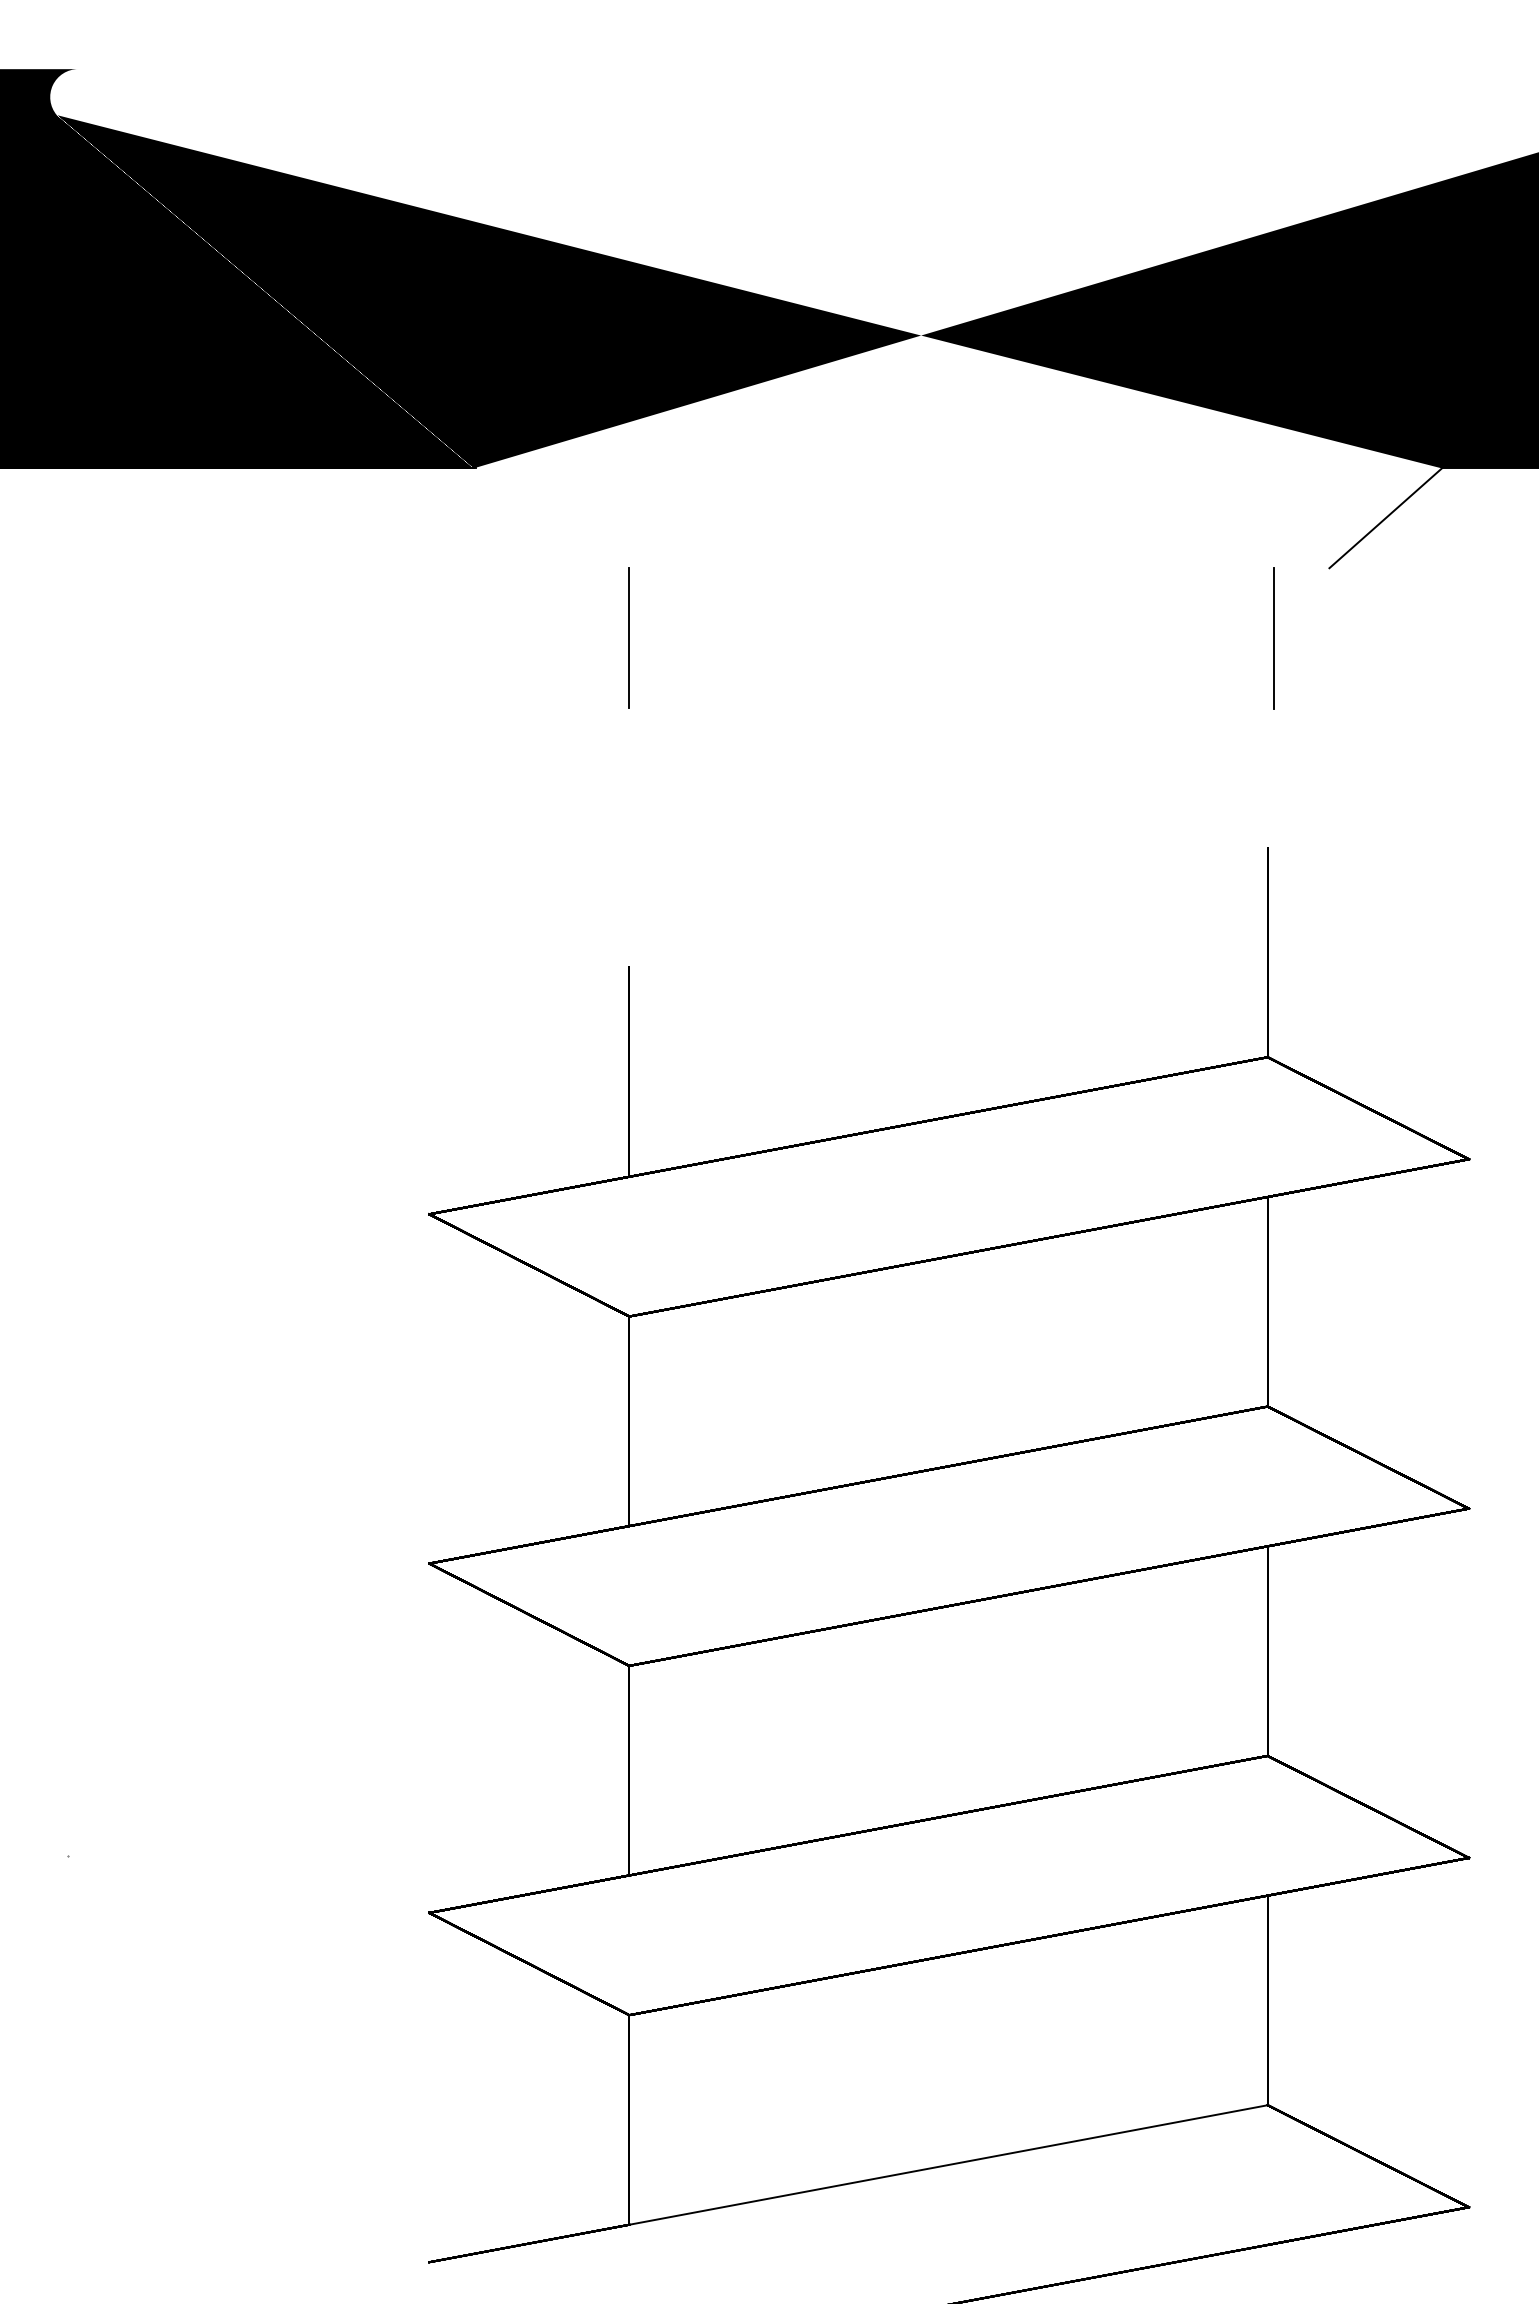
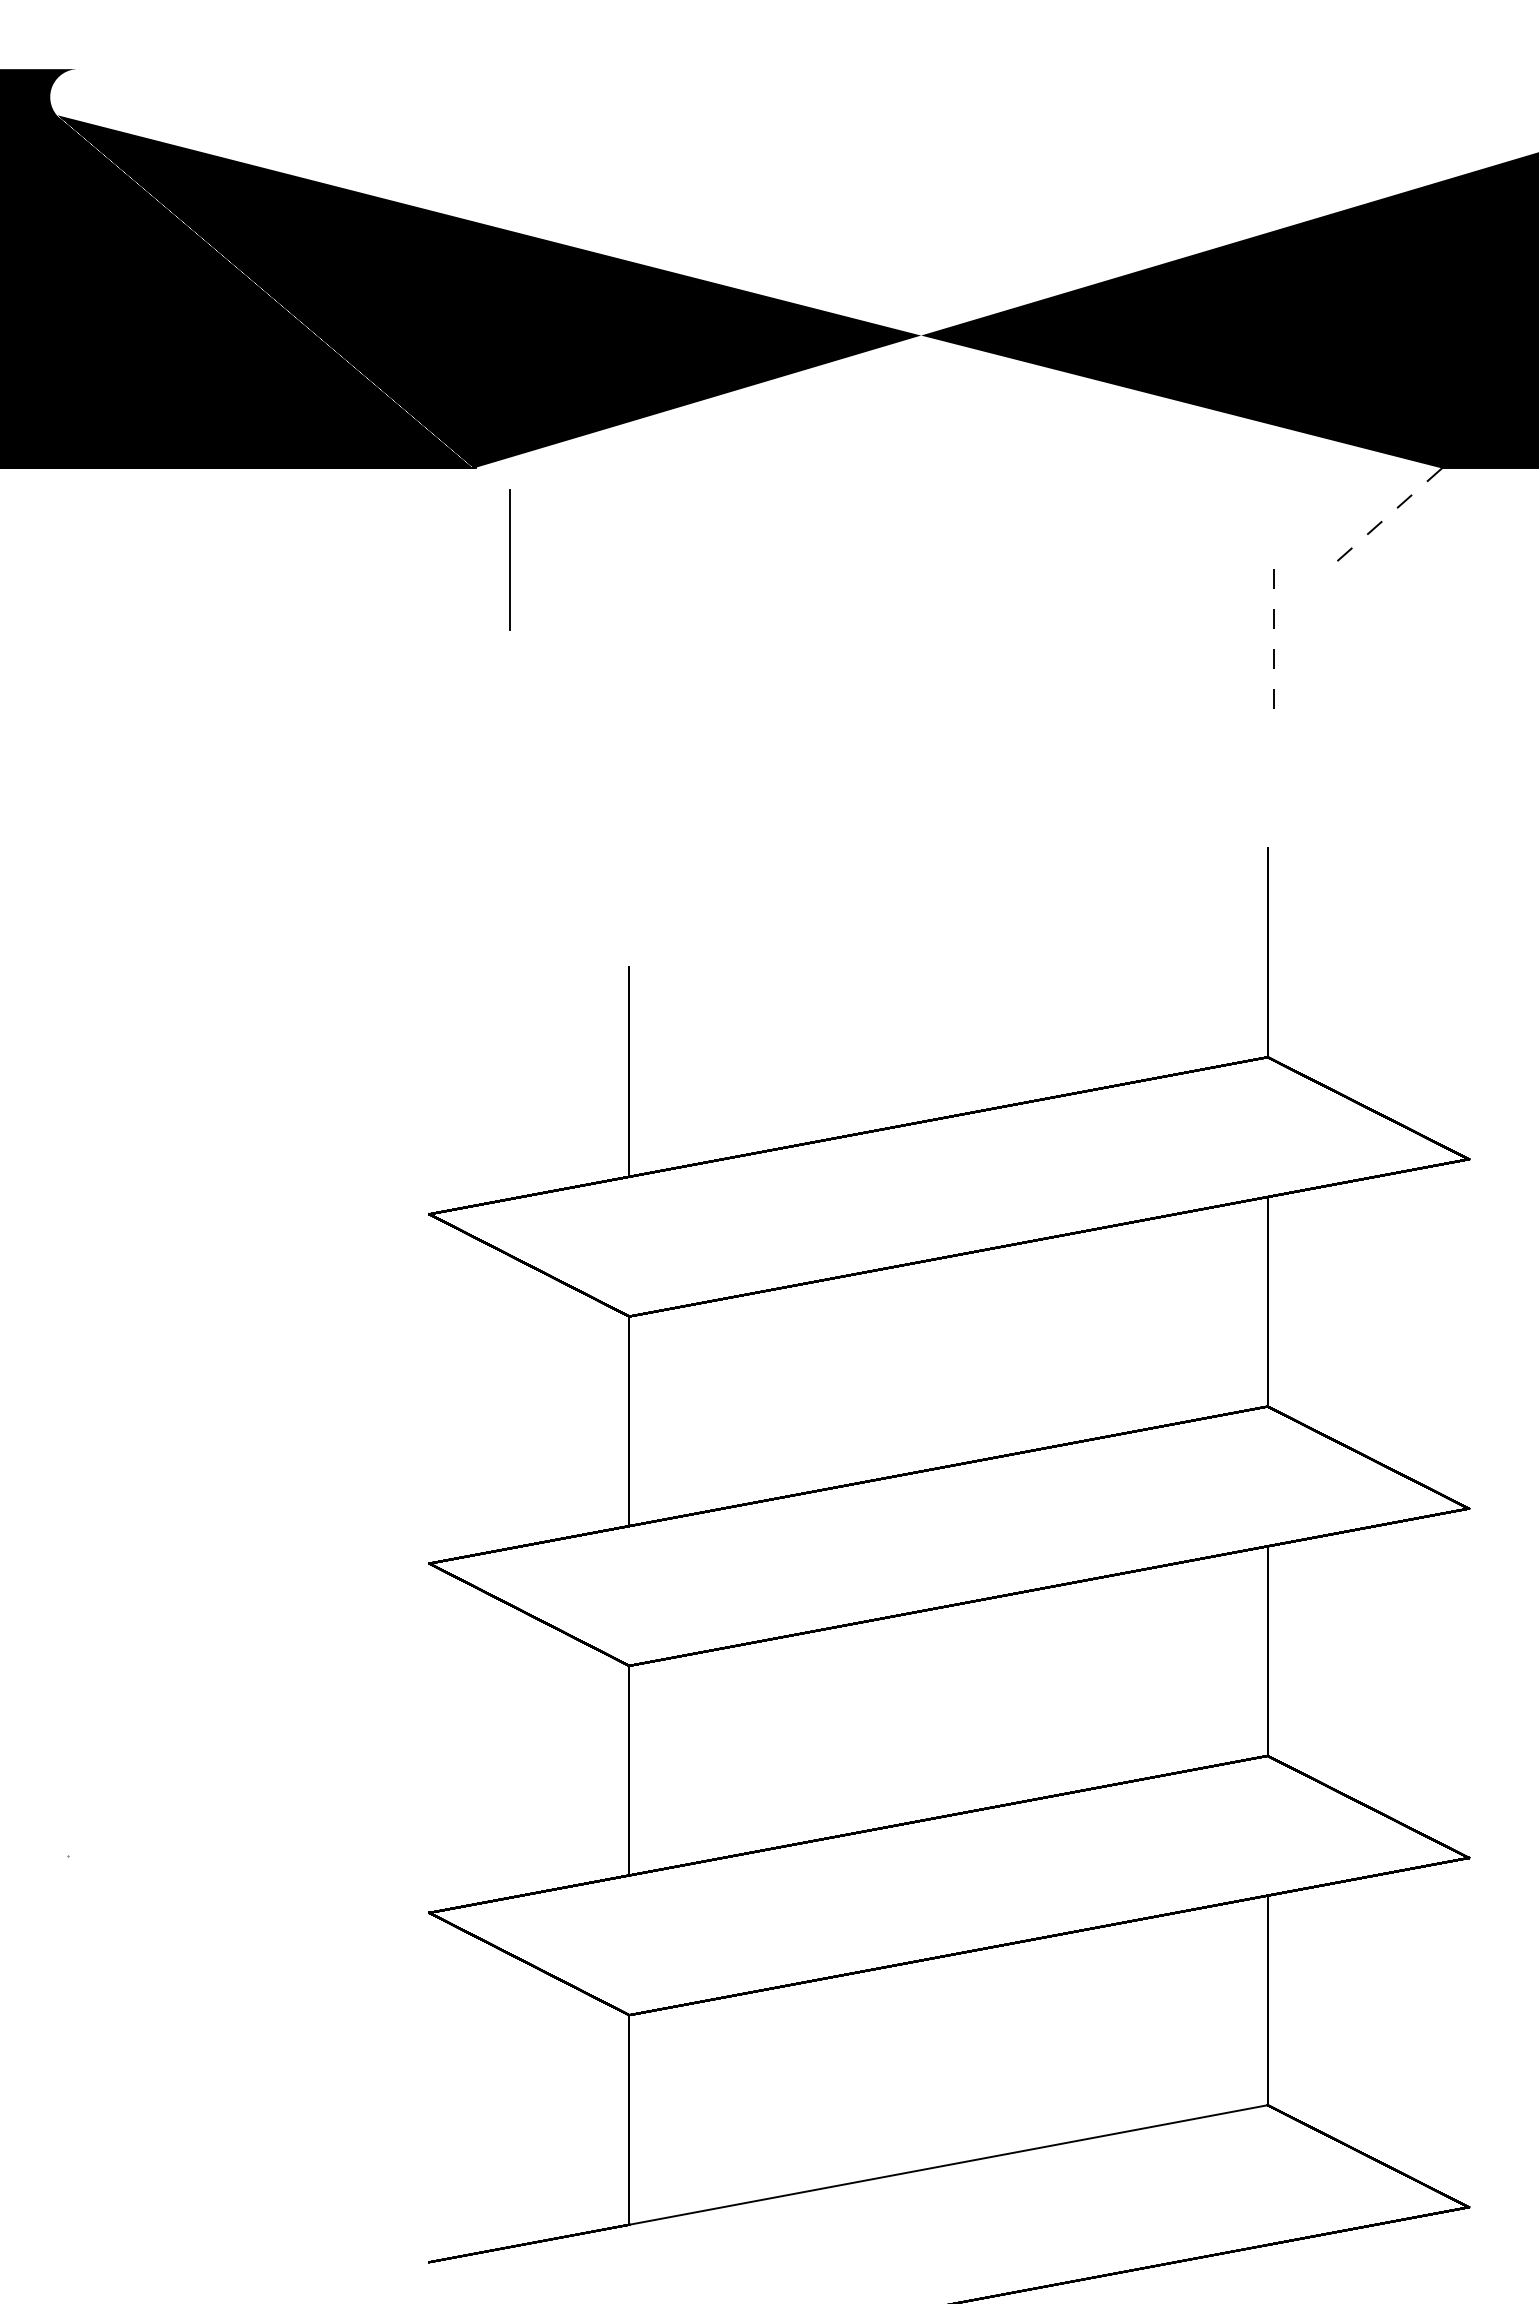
line at (1385, 518): solid -> dashed
line at (628, 637) position: (628, 637) -> (509, 559)
line at (1274, 638): solid -> dashed
